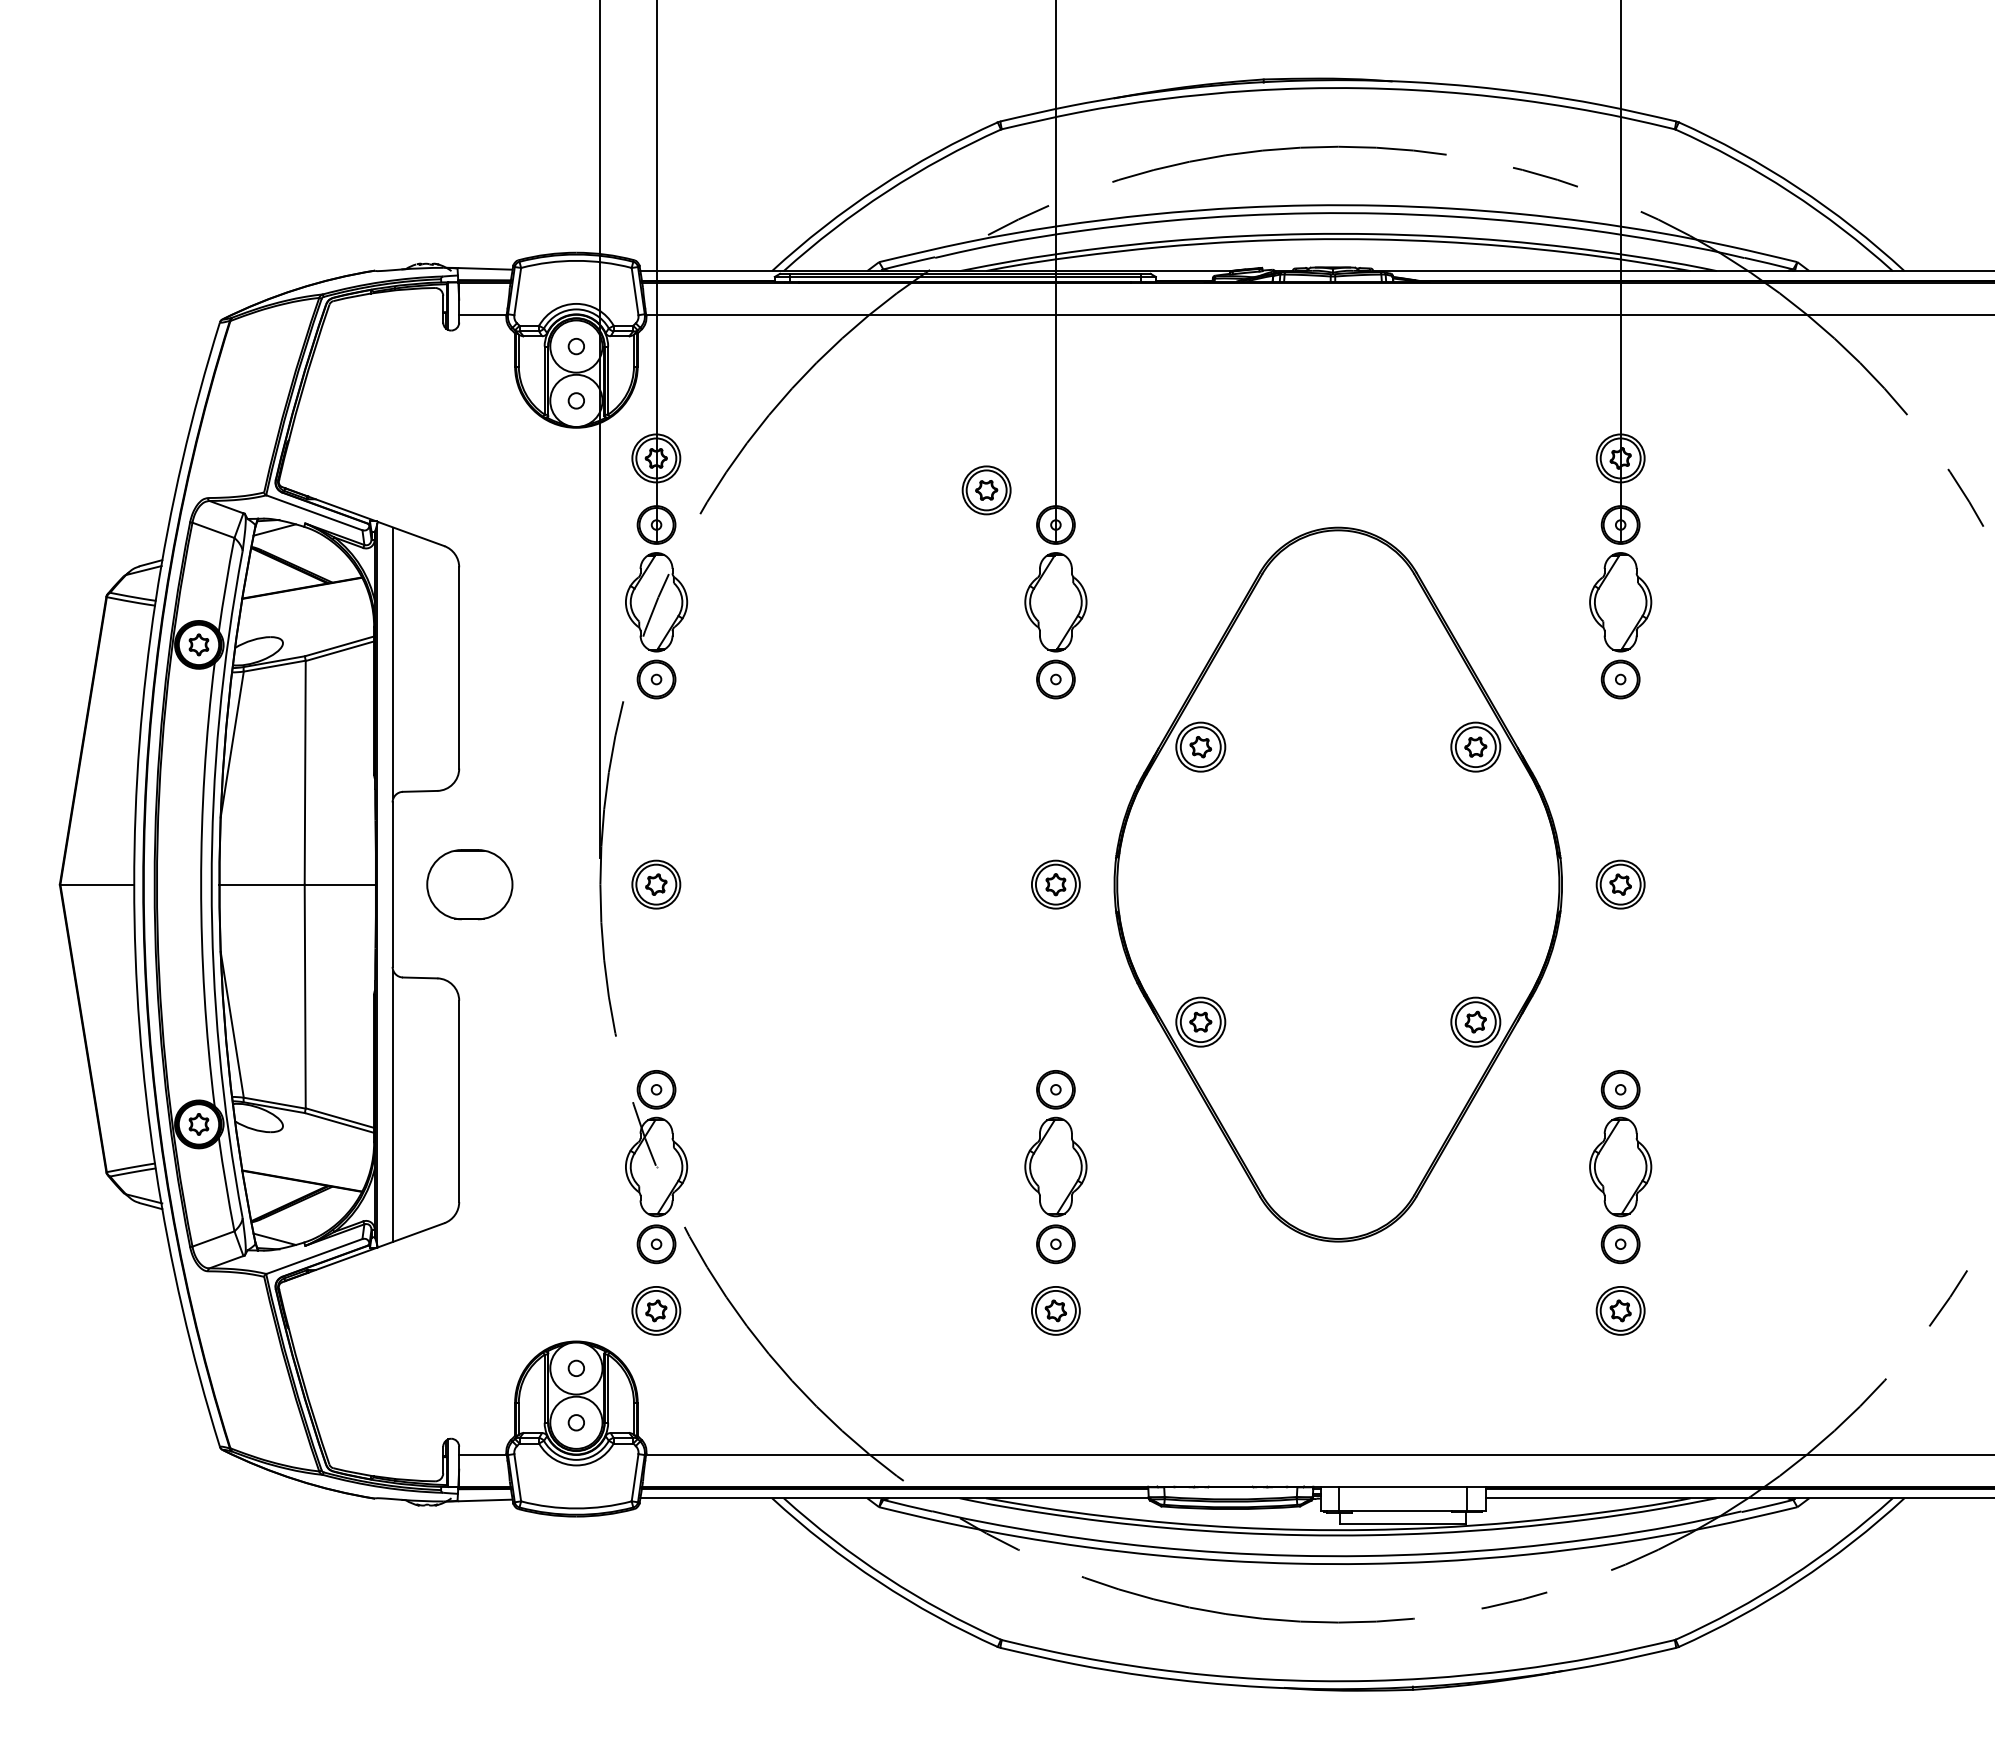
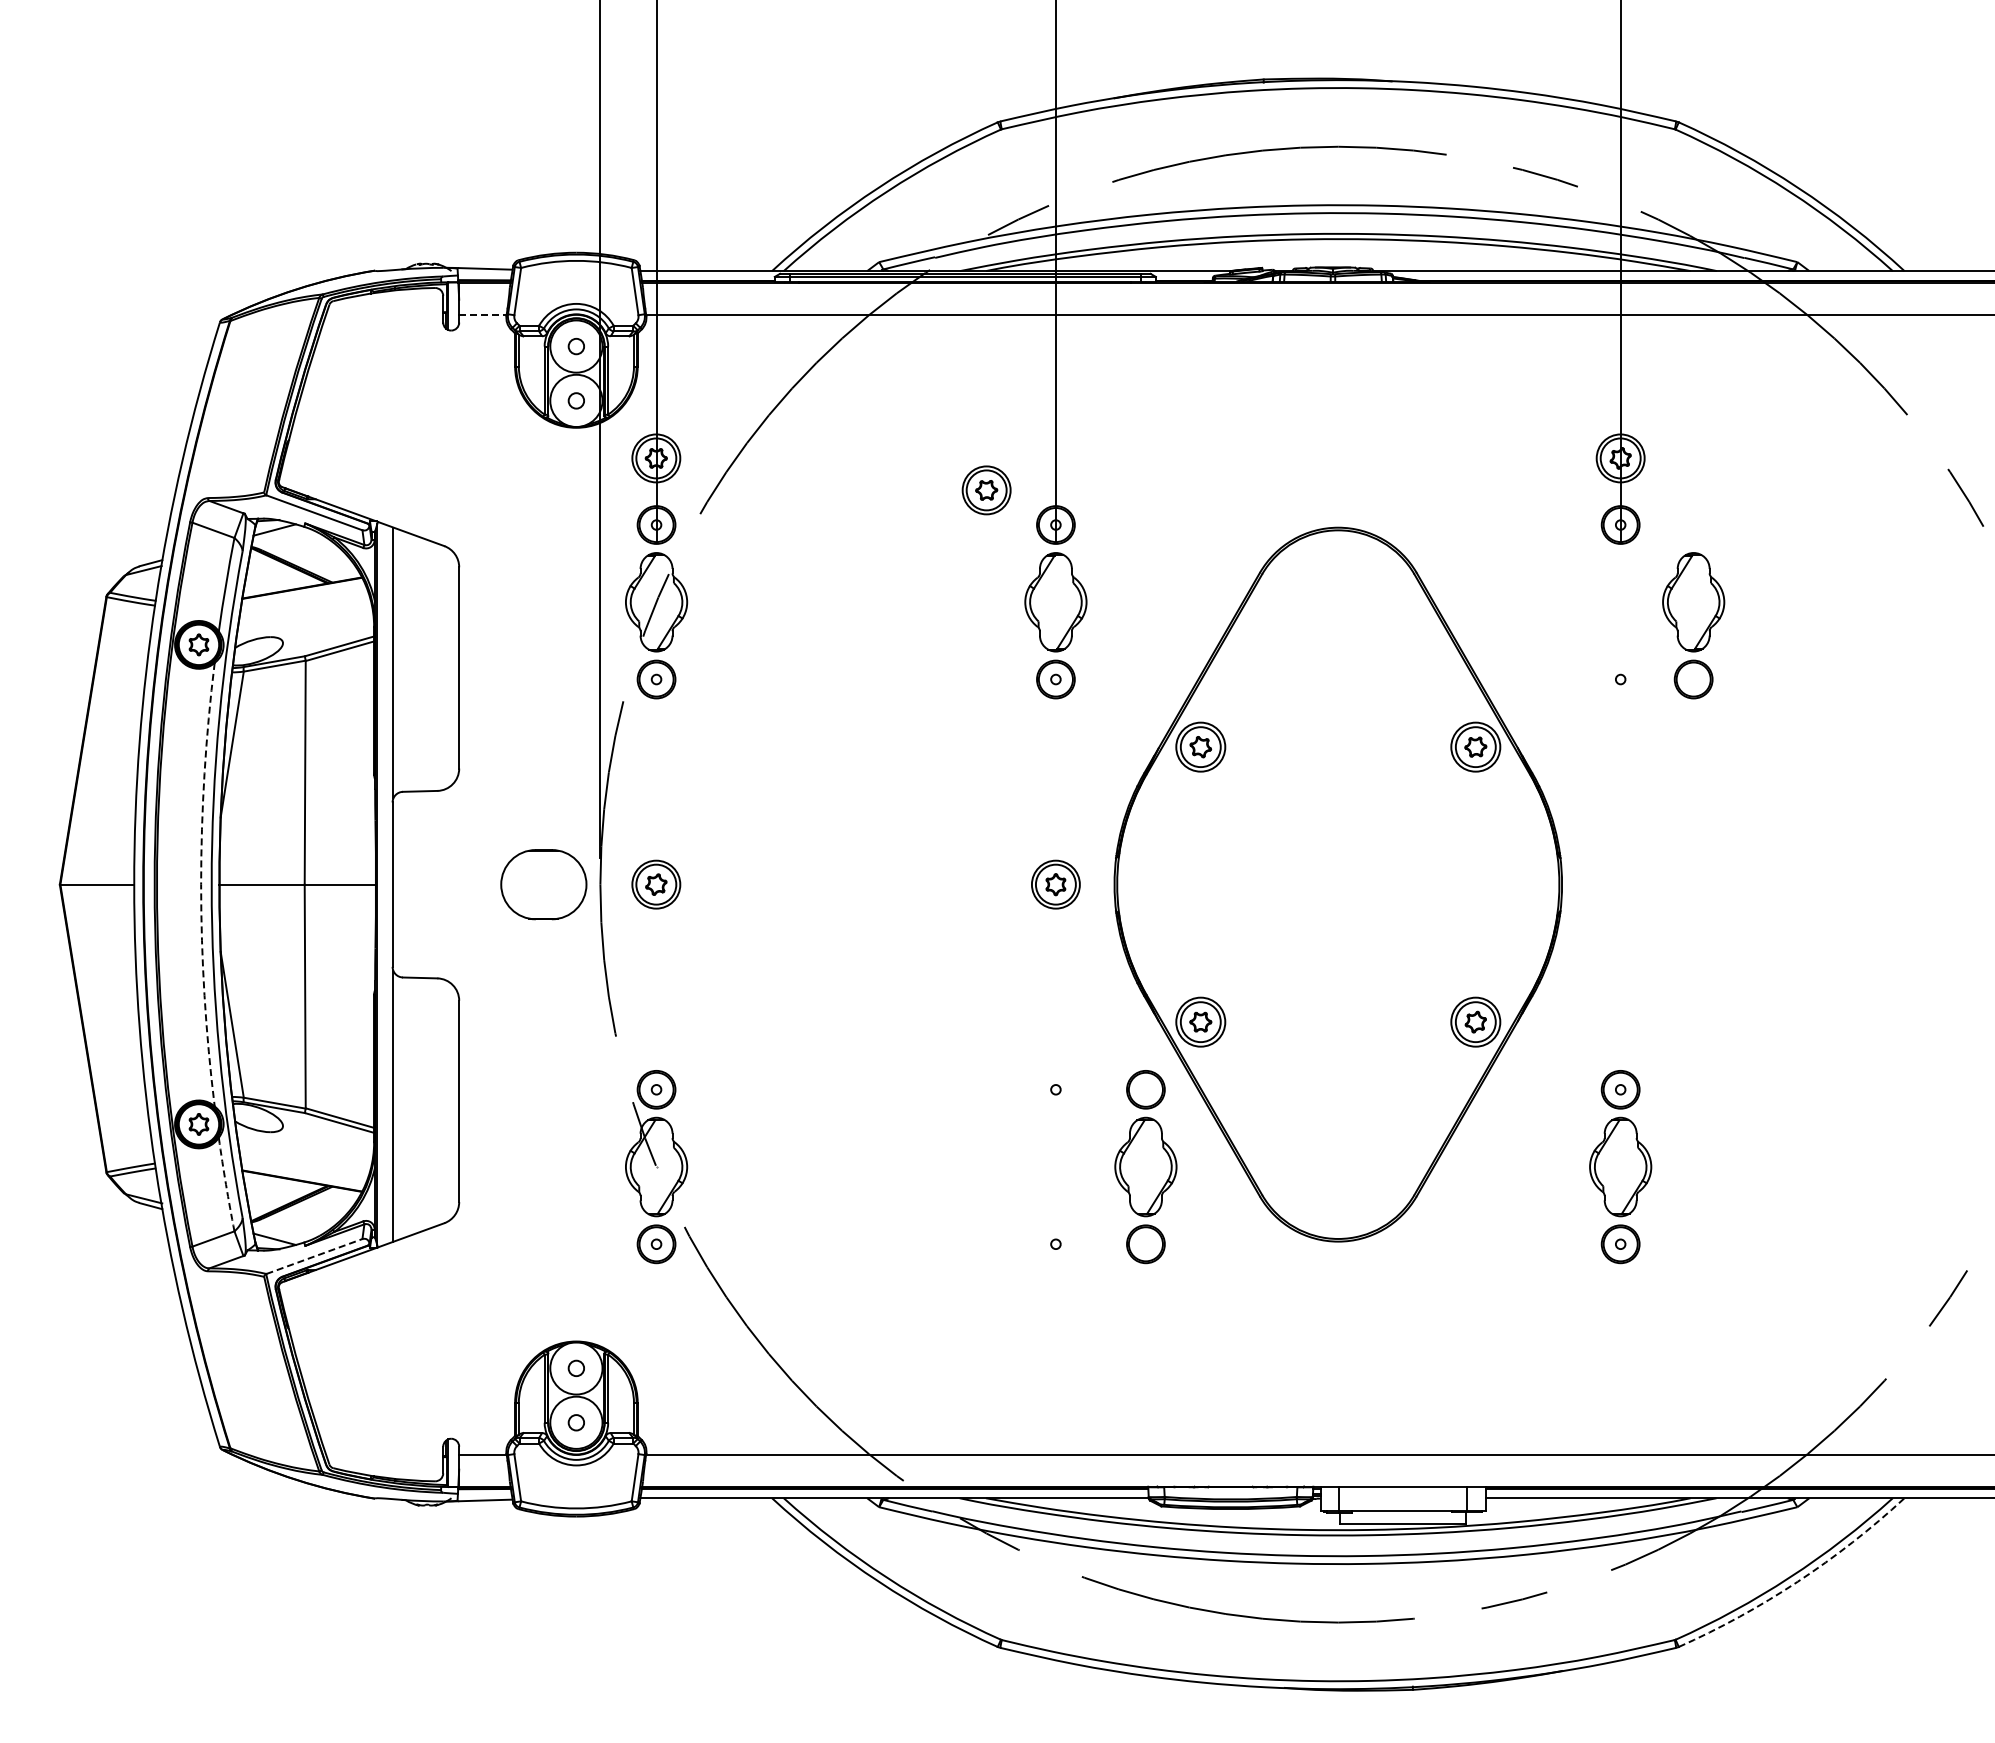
line at (482, 314): solid -> dashed
part at (1620, 625) position: (1620, 625) -> (1693, 625)
arc at (201, 884): solid -> dashed
part at (469, 884) position: (469, 884) -> (543, 884)
part at (1620, 884): present -> none
part at (1055, 1167) position: (1055, 1167) -> (1145, 1167)
arc at (226, 1184): solid -> dashed
line at (314, 1256): solid -> dashed
part at (656, 1310): present -> none
part at (1055, 1310): present -> none
part at (1620, 1310): present -> none
arc at (1797, 1581): solid -> dashed
